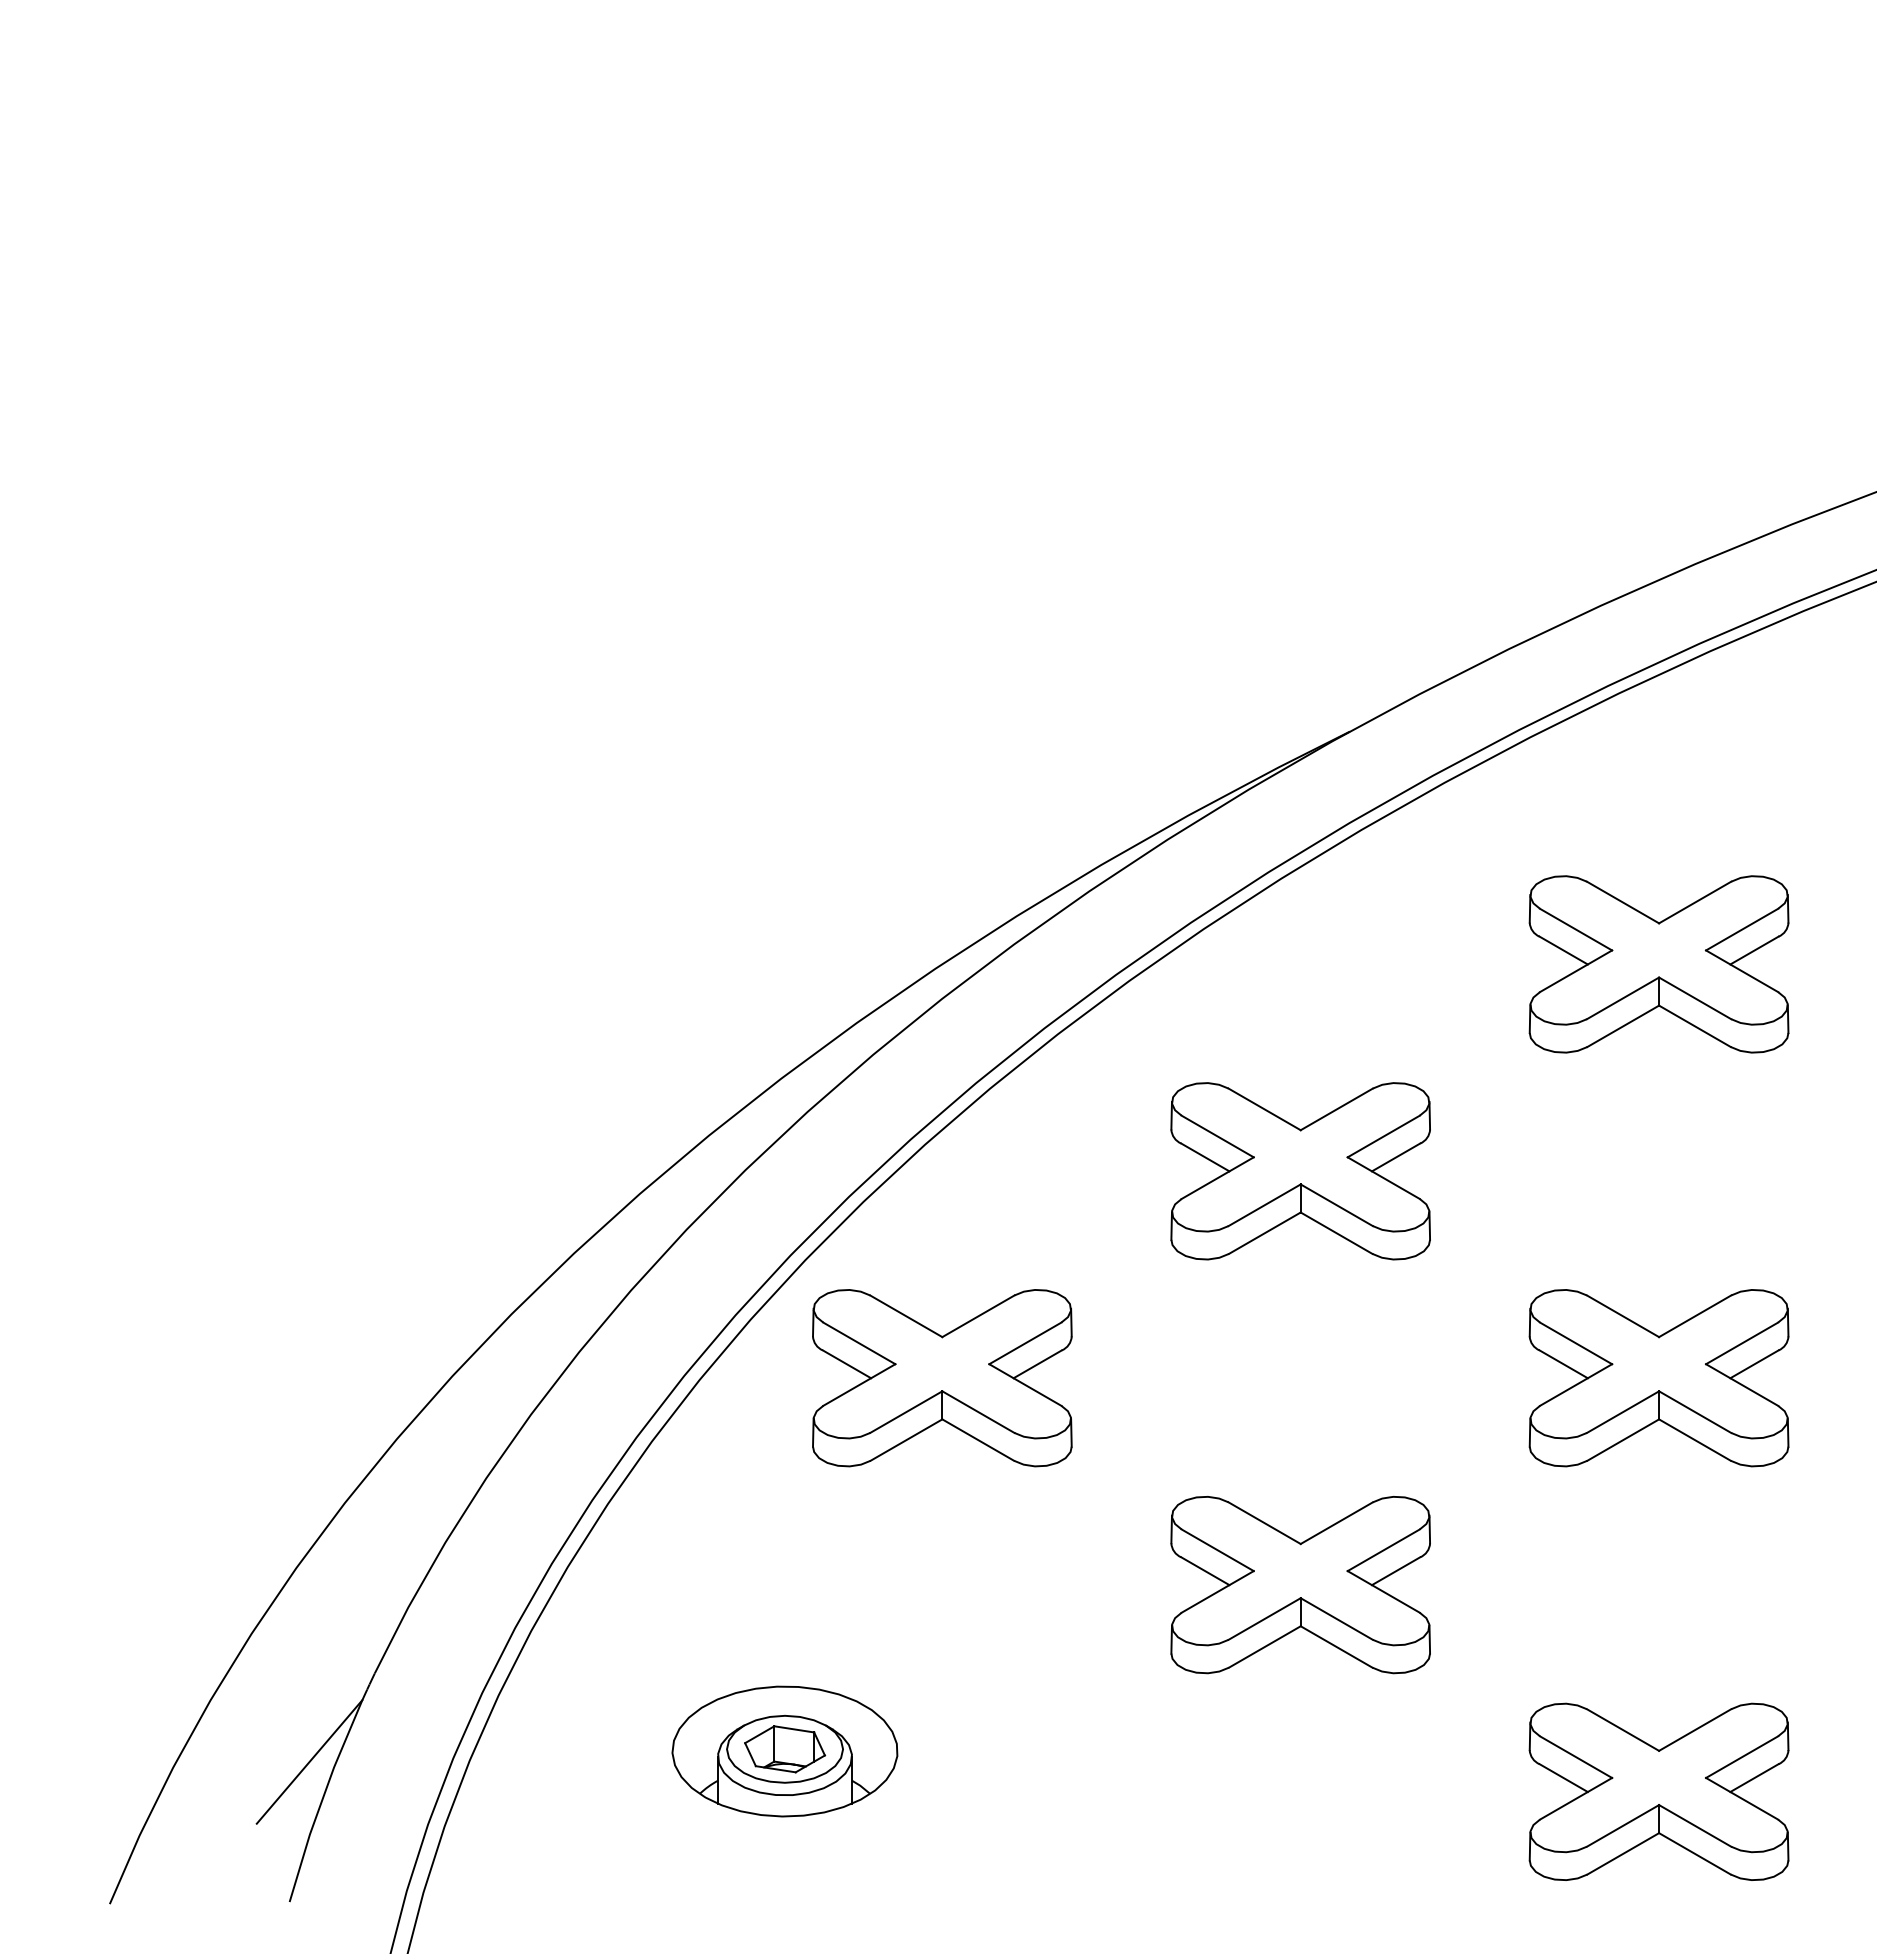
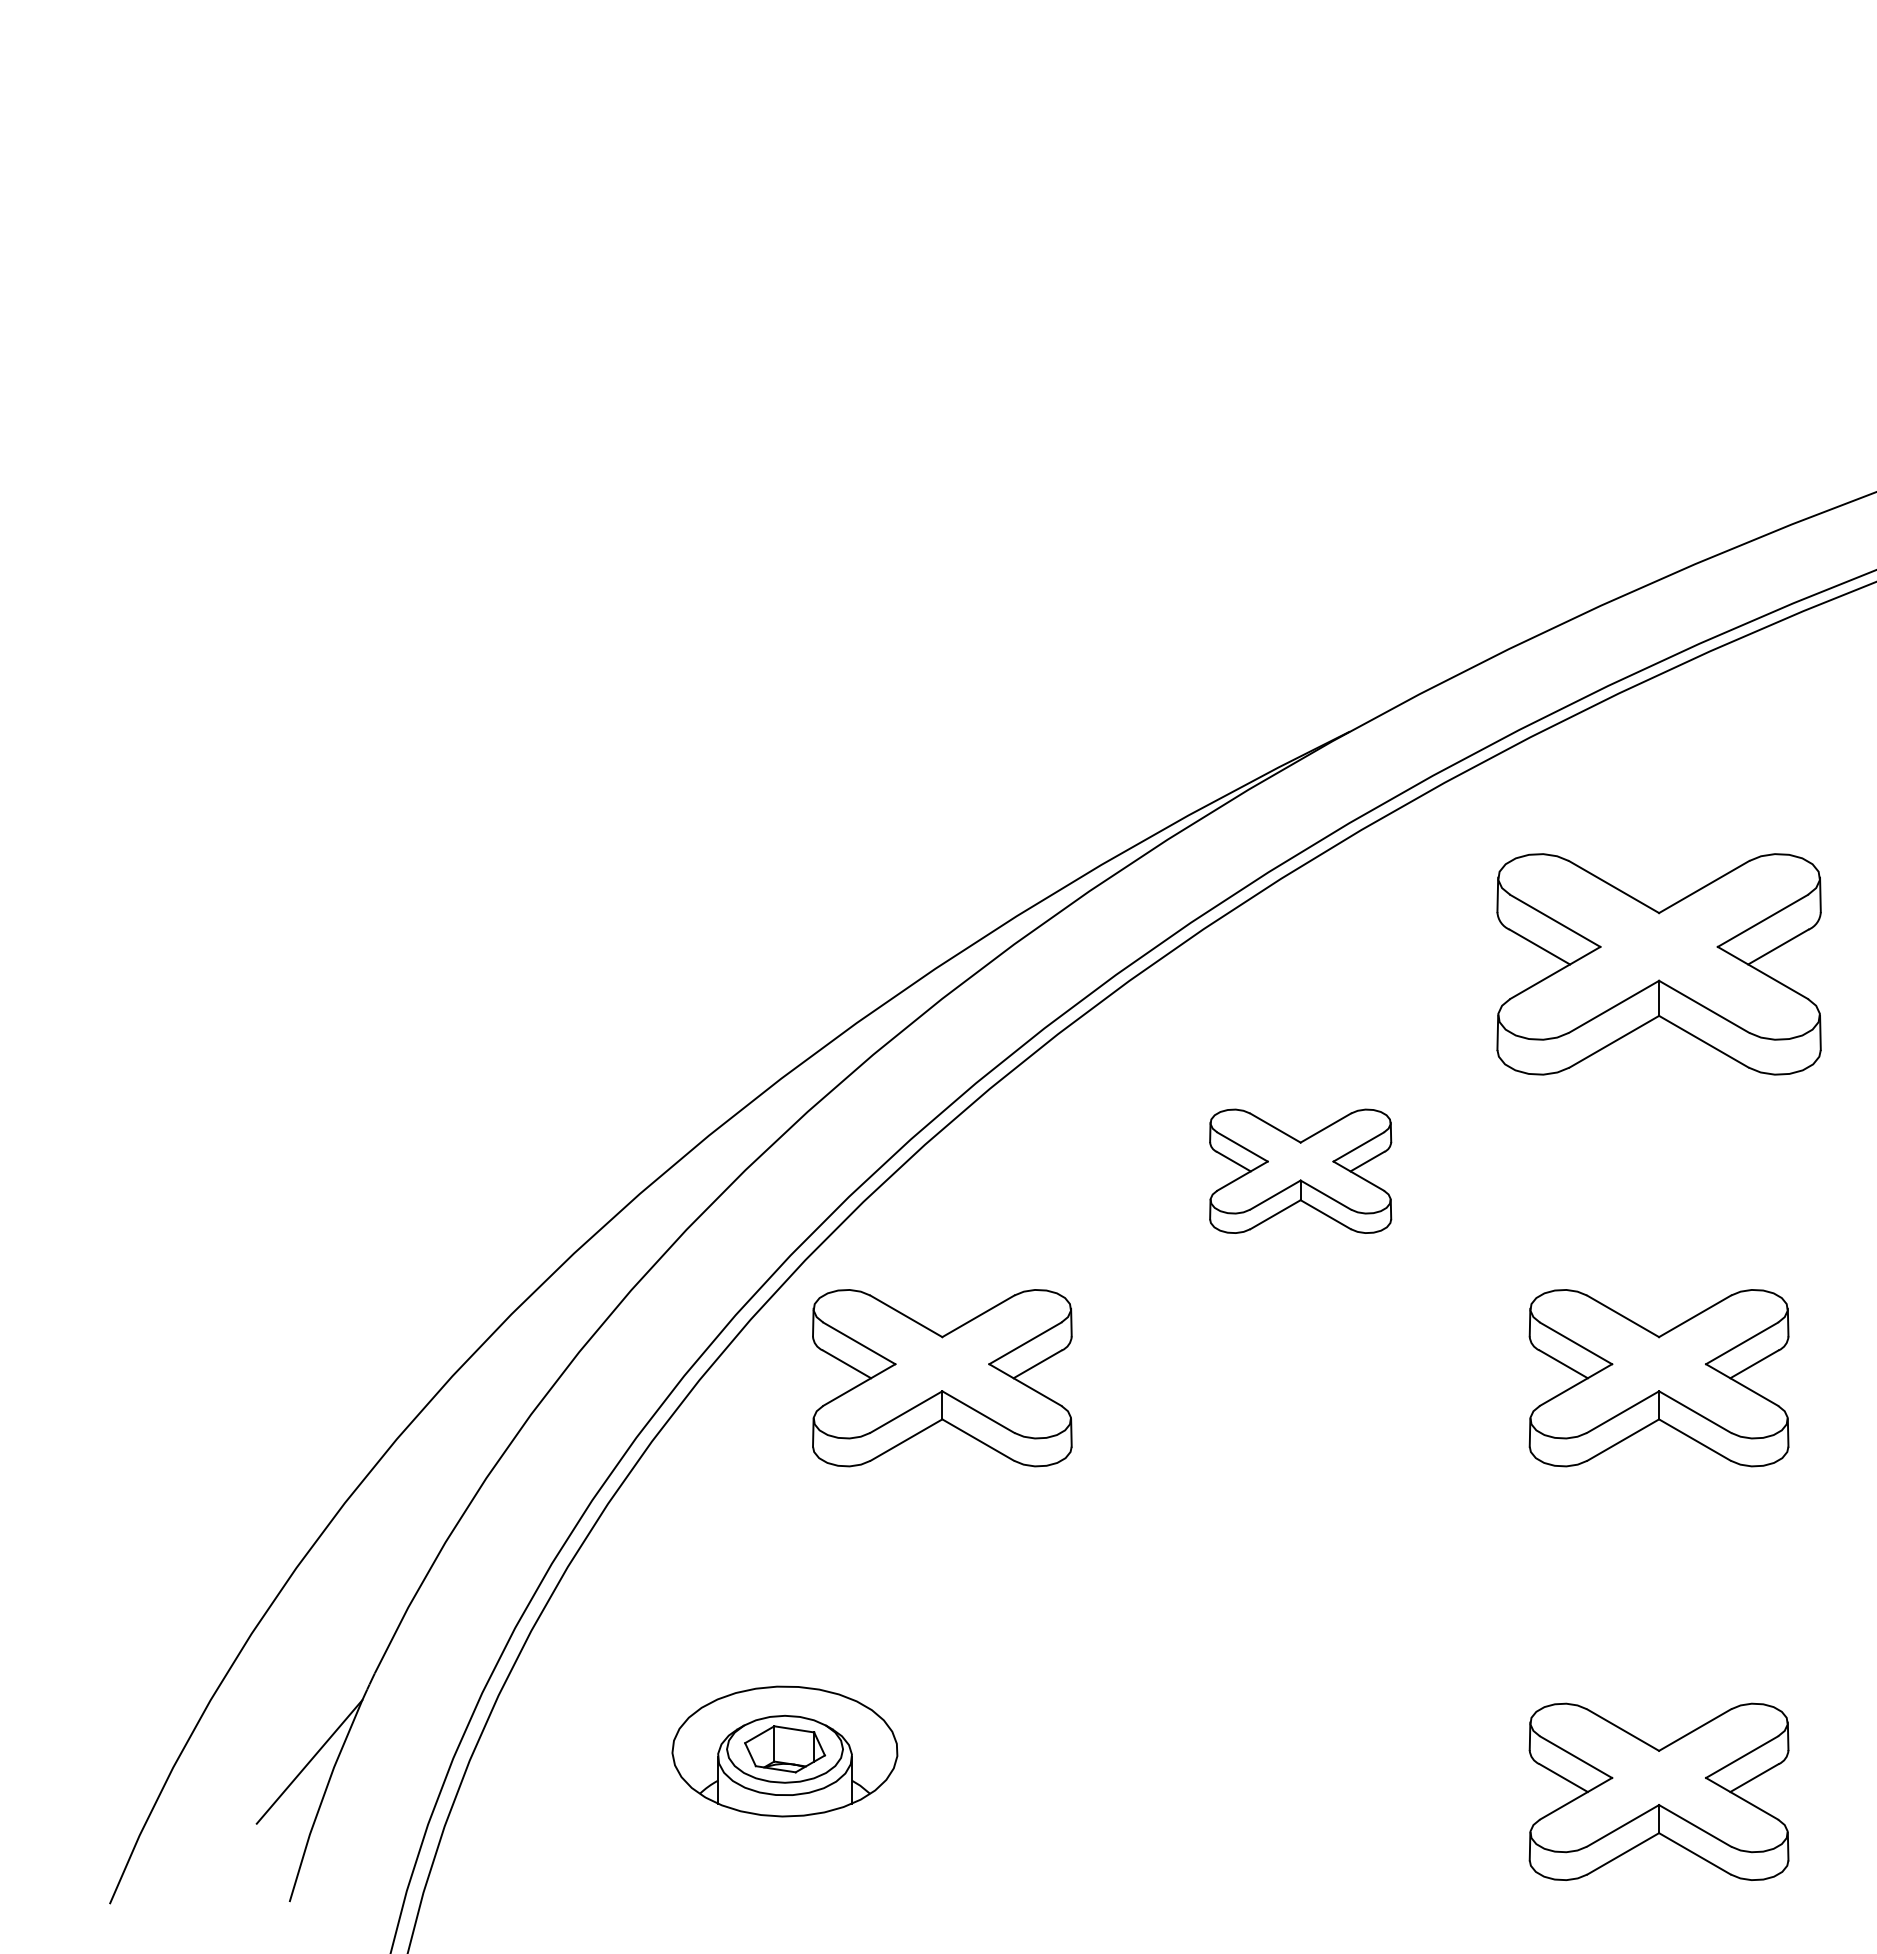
part at (1658, 964) size: 262x179 px -> 326x223 px
part at (1300, 1171) size: 261x179 px -> 184x126 px
part at (1300, 1585): present -> none
